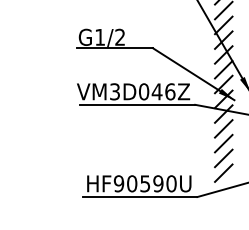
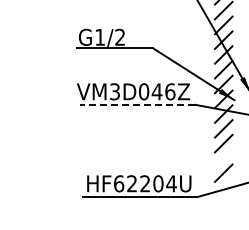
line at (137, 104): solid -> dashed
line at (223, 158): present -> none
text at (144, 183): HF90590U -> HF62204U
